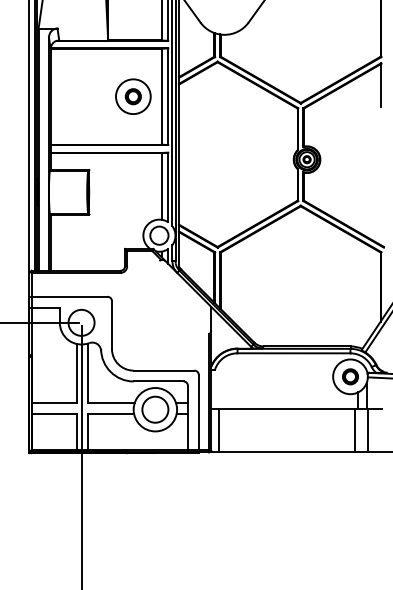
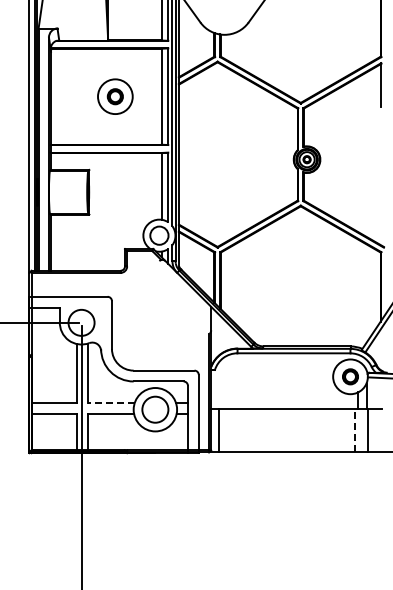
part at (133, 96) position: (133, 96) -> (115, 96)
line at (110, 403): solid -> dashed
line at (354, 430): solid -> dashed
